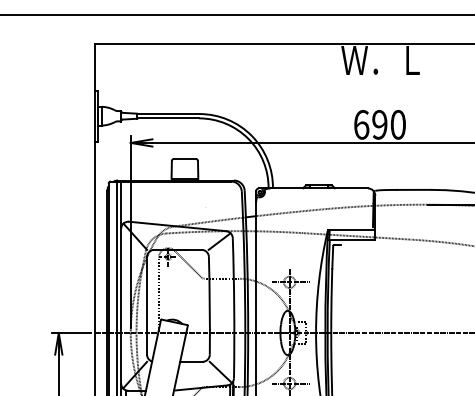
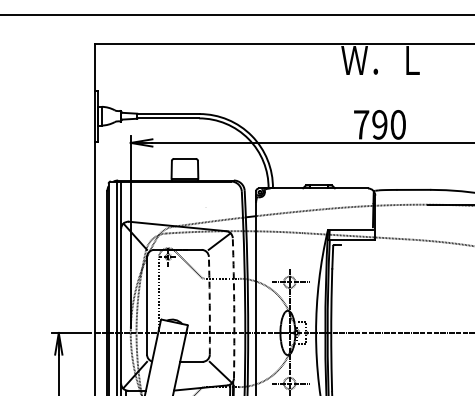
text at (361, 124): 690 -> 790
arc at (209, 305): solid -> dashed
arc at (234, 308): solid -> dashed
